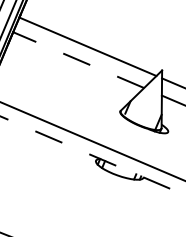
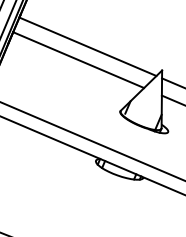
line at (78, 59): dashed -> solid
line at (93, 156): dashed -> solid
